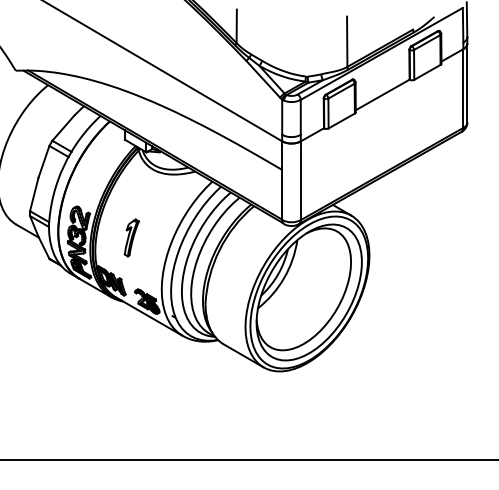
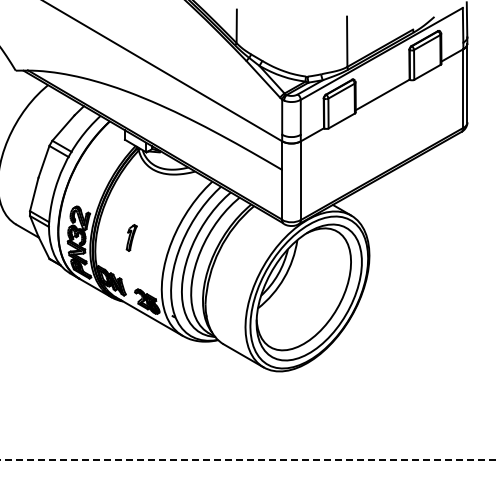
part at (131, 237) size: 17x40 px -> 13x28 px
line at (249, 460): solid -> dashed
